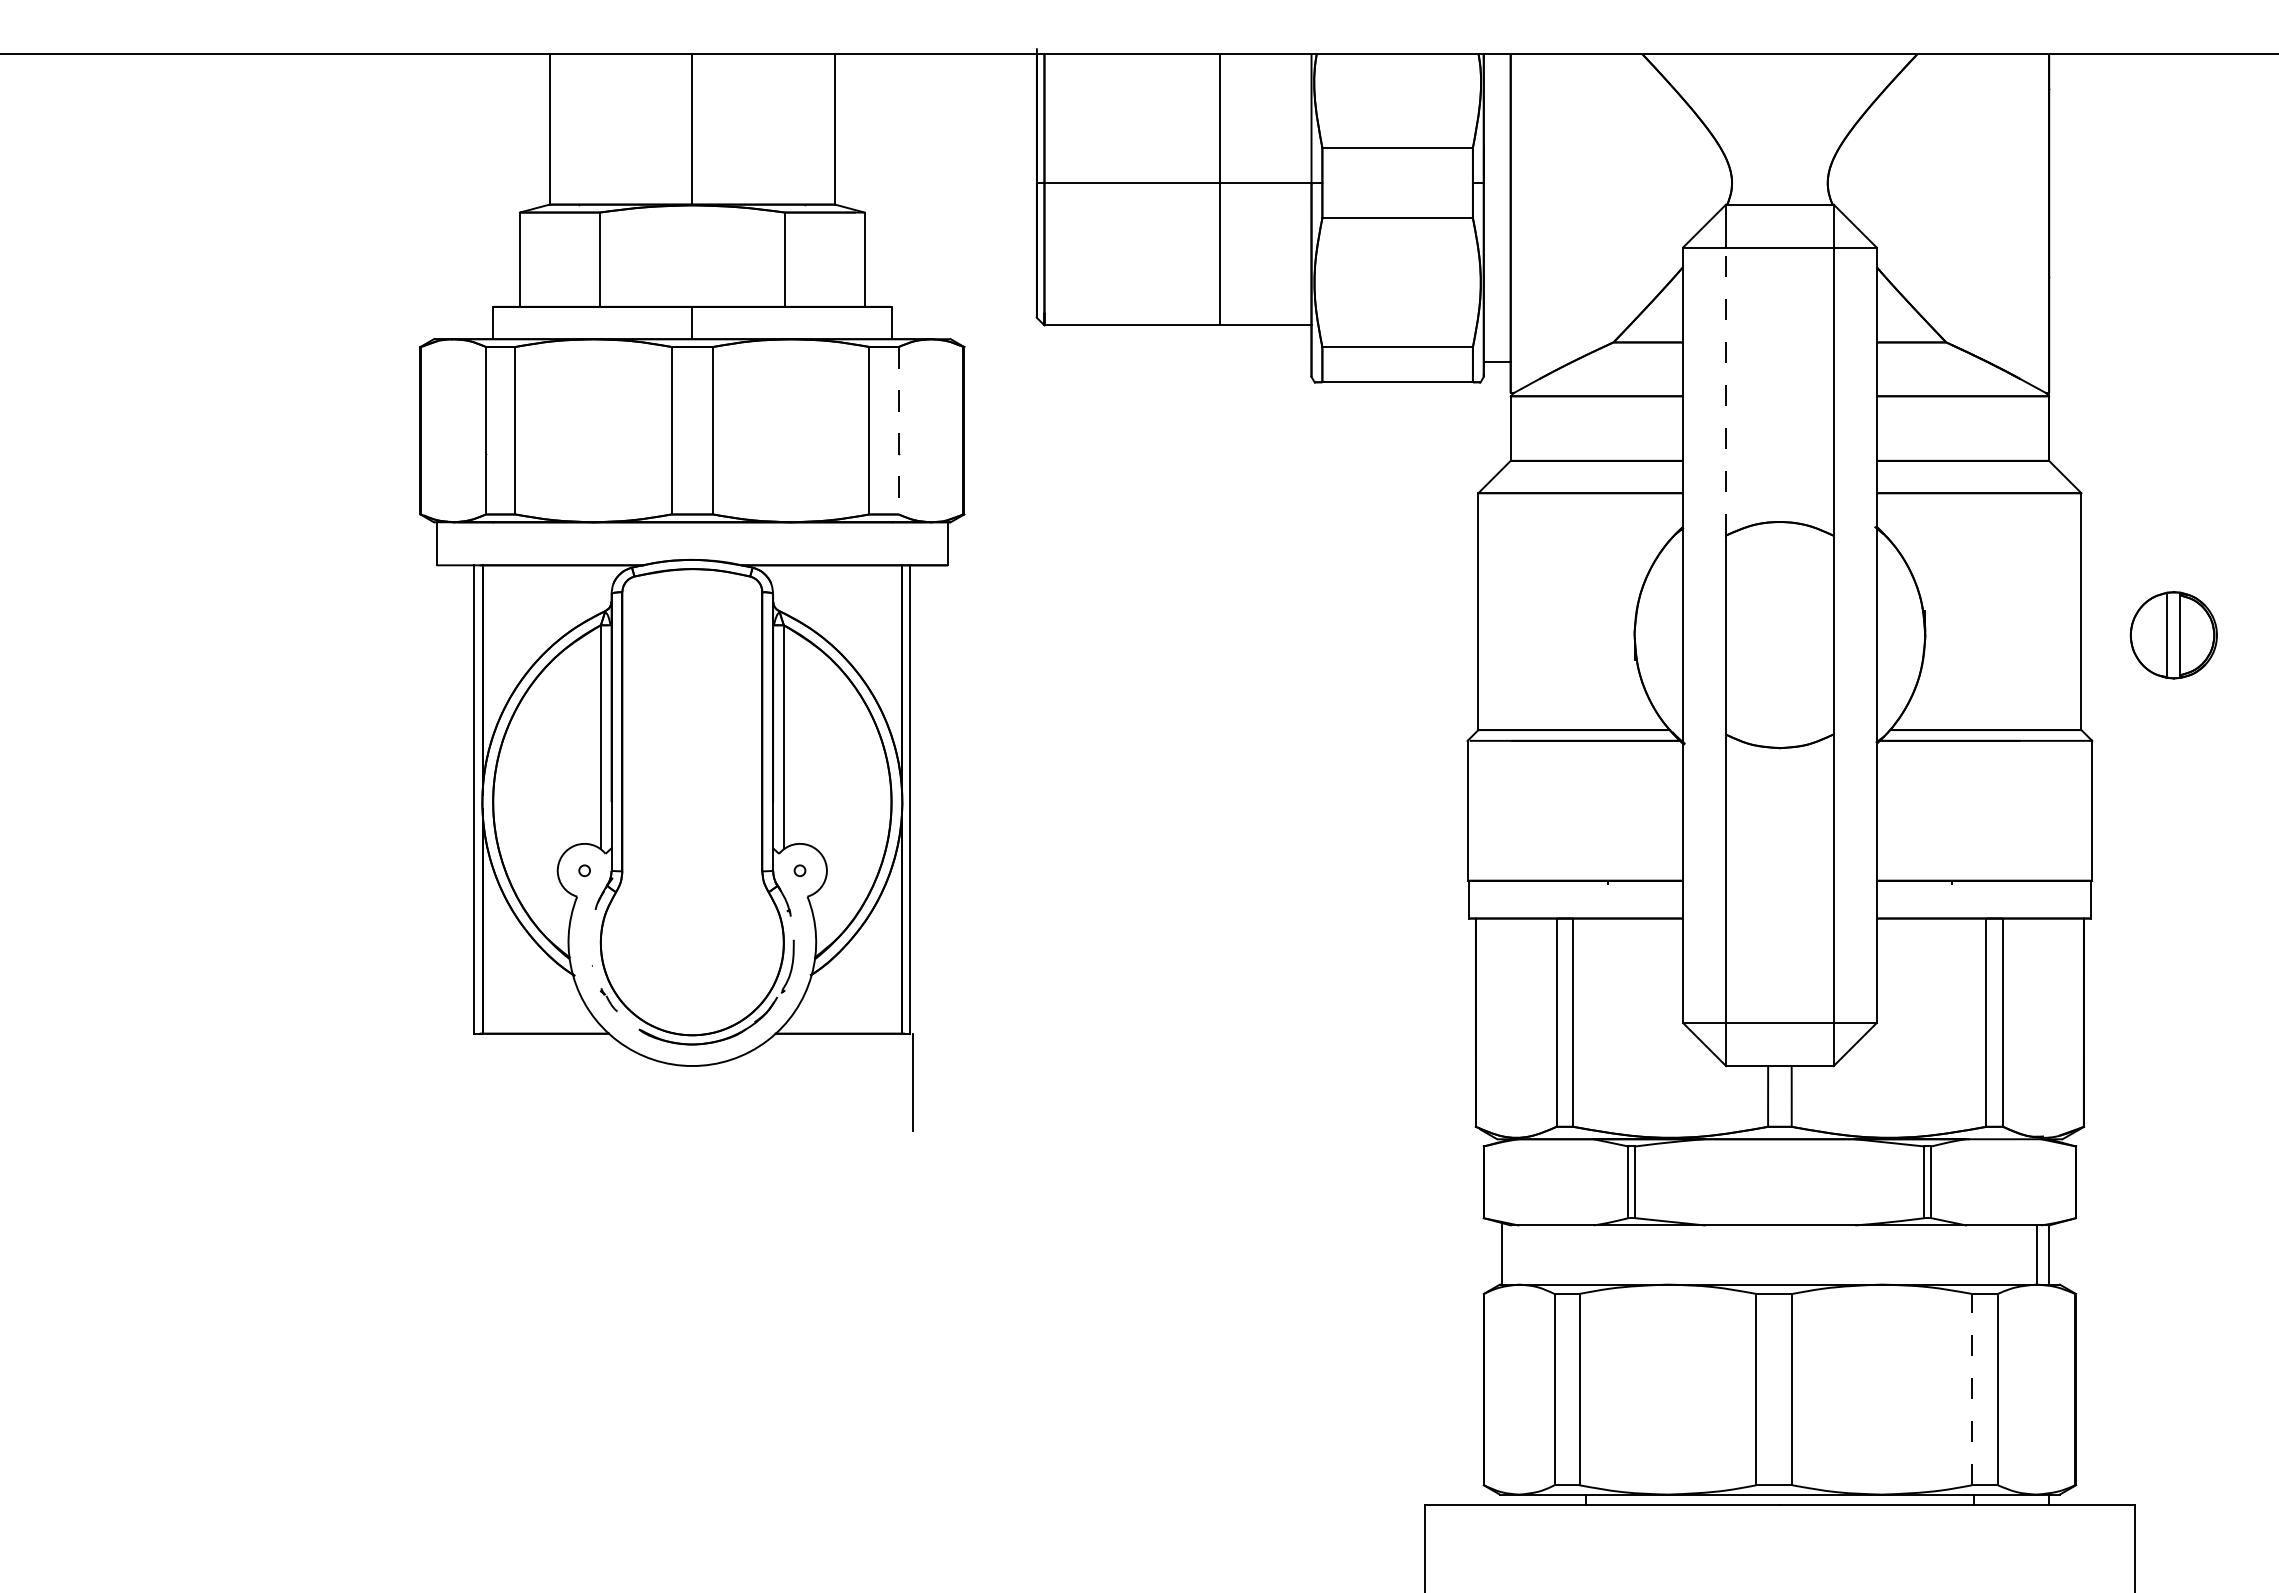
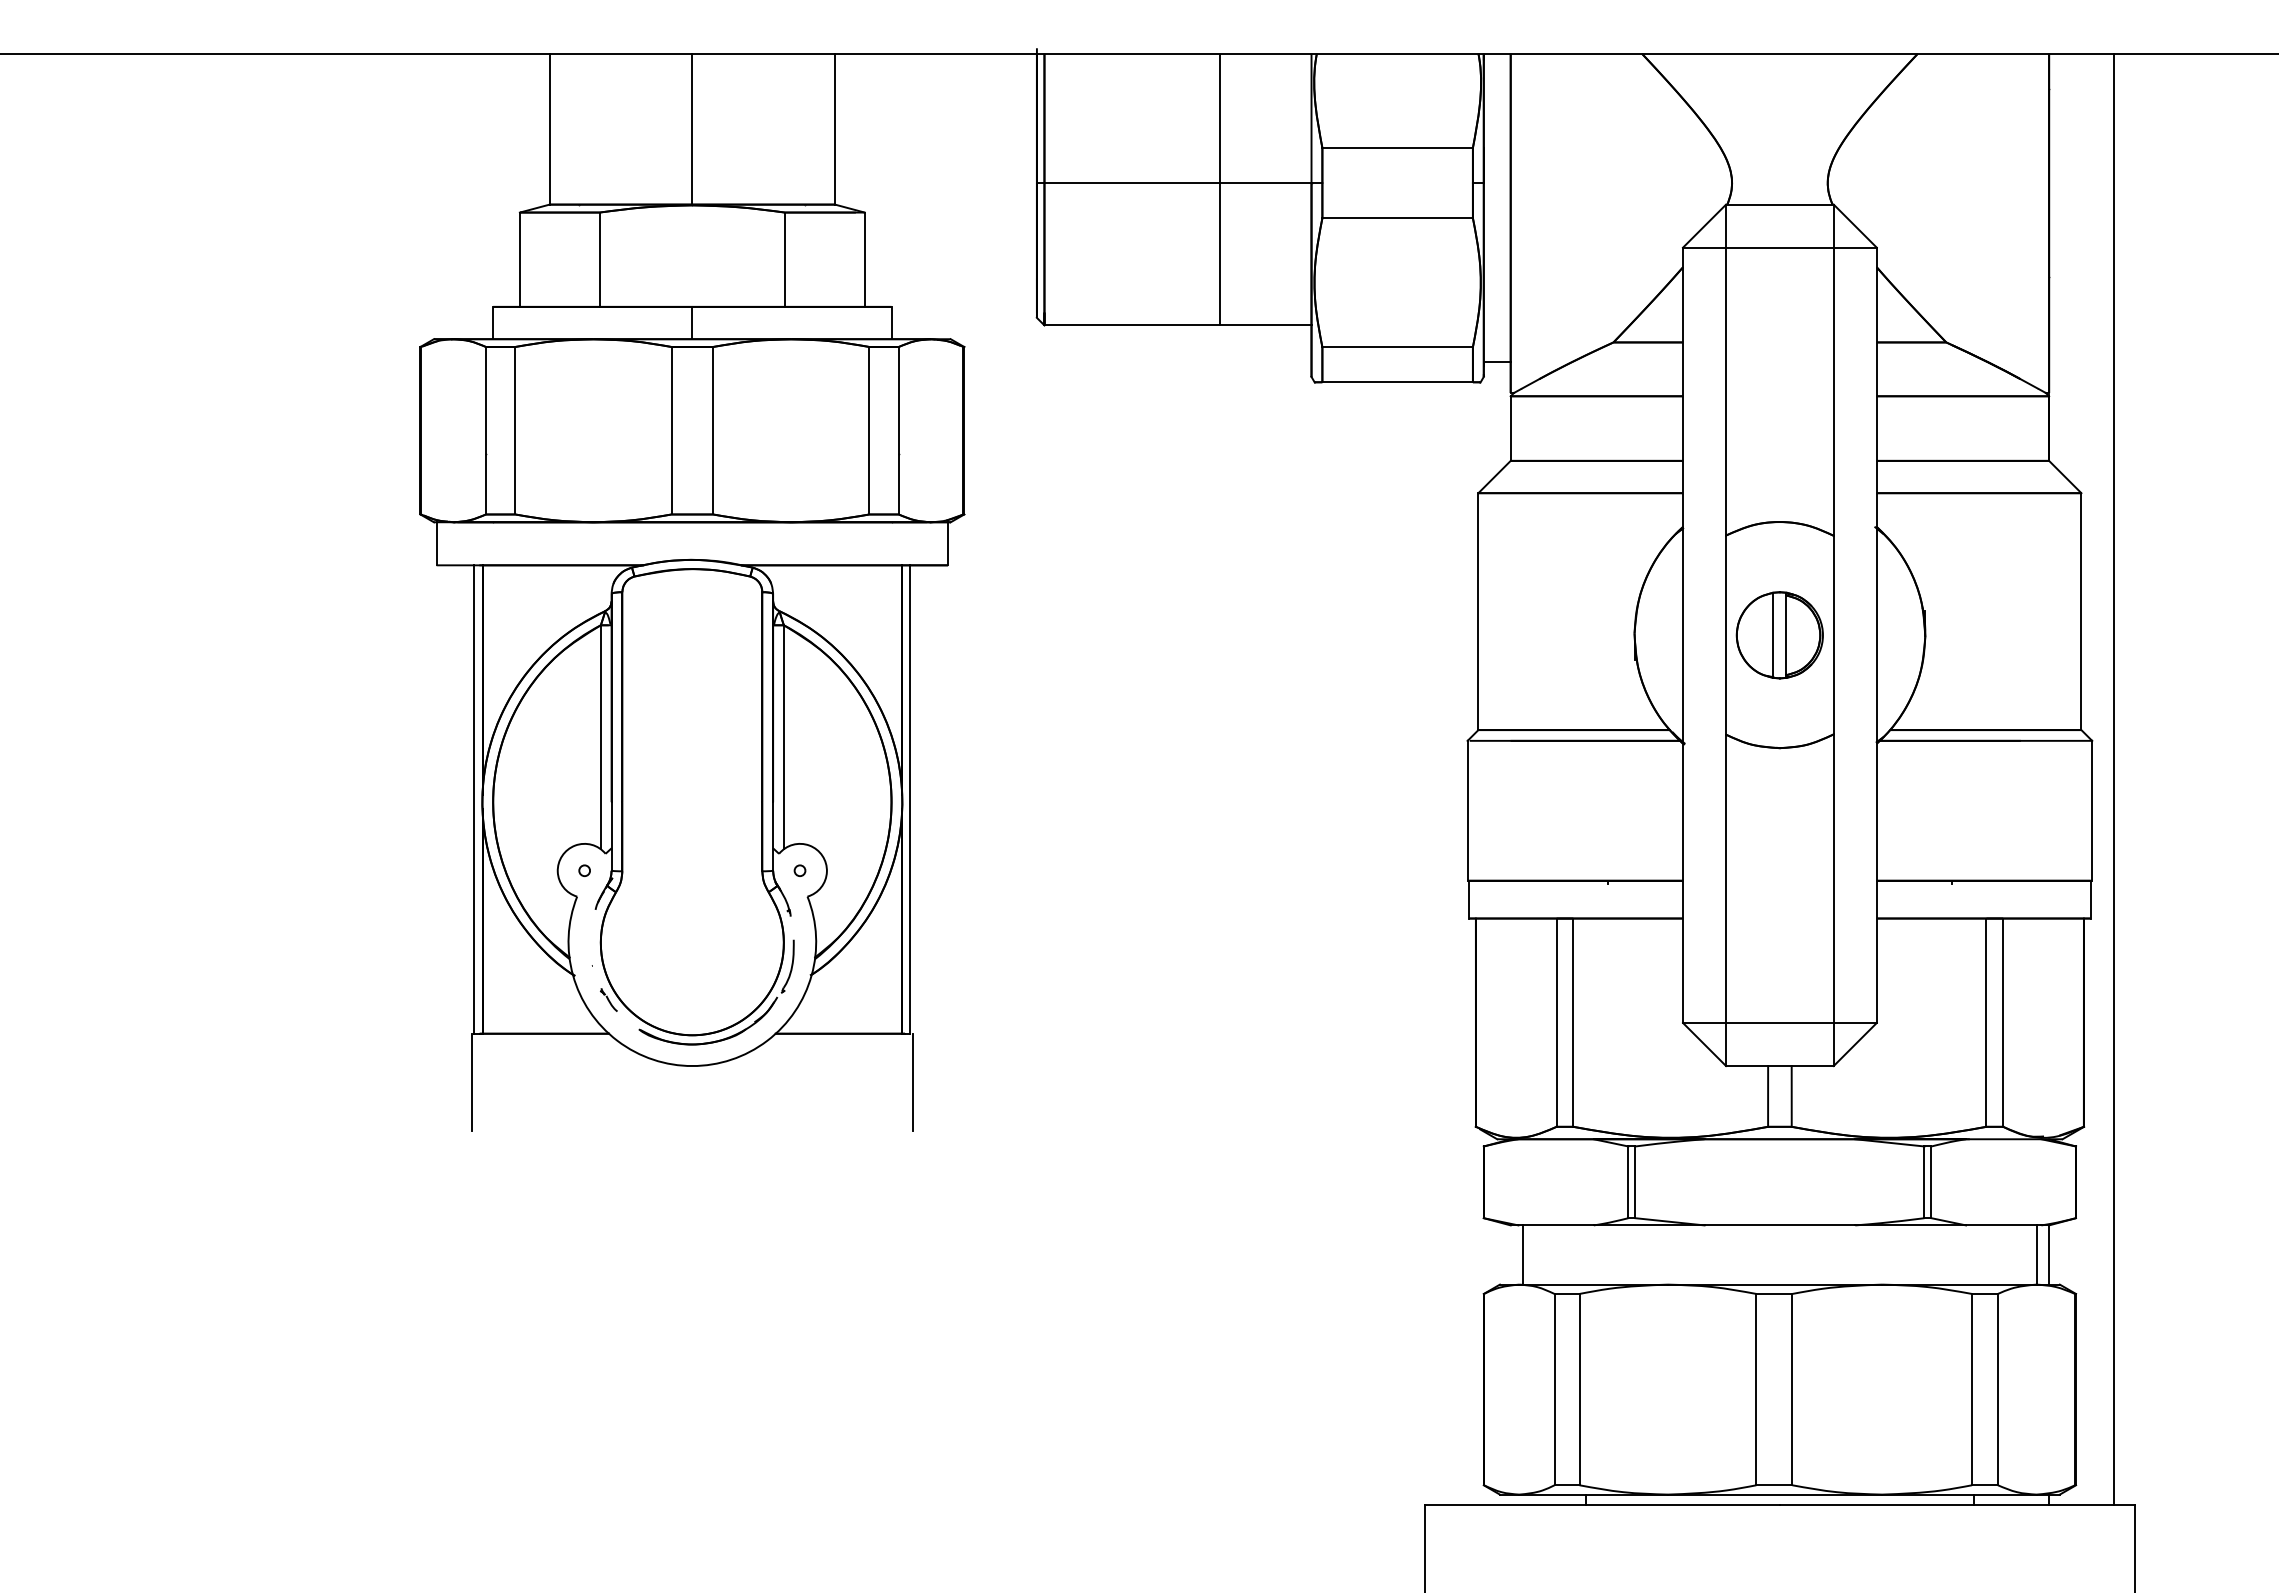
line at (1726, 391): dashed -> solid
line at (898, 430): dashed -> solid
part at (2173, 635) position: (2173, 635) -> (1779, 635)
line at (2113, 779): none -> present
line at (471, 1081): none -> present
line at (1501, 1254) position: (1501, 1254) -> (1522, 1254)
line at (1971, 1389): dashed -> solid
